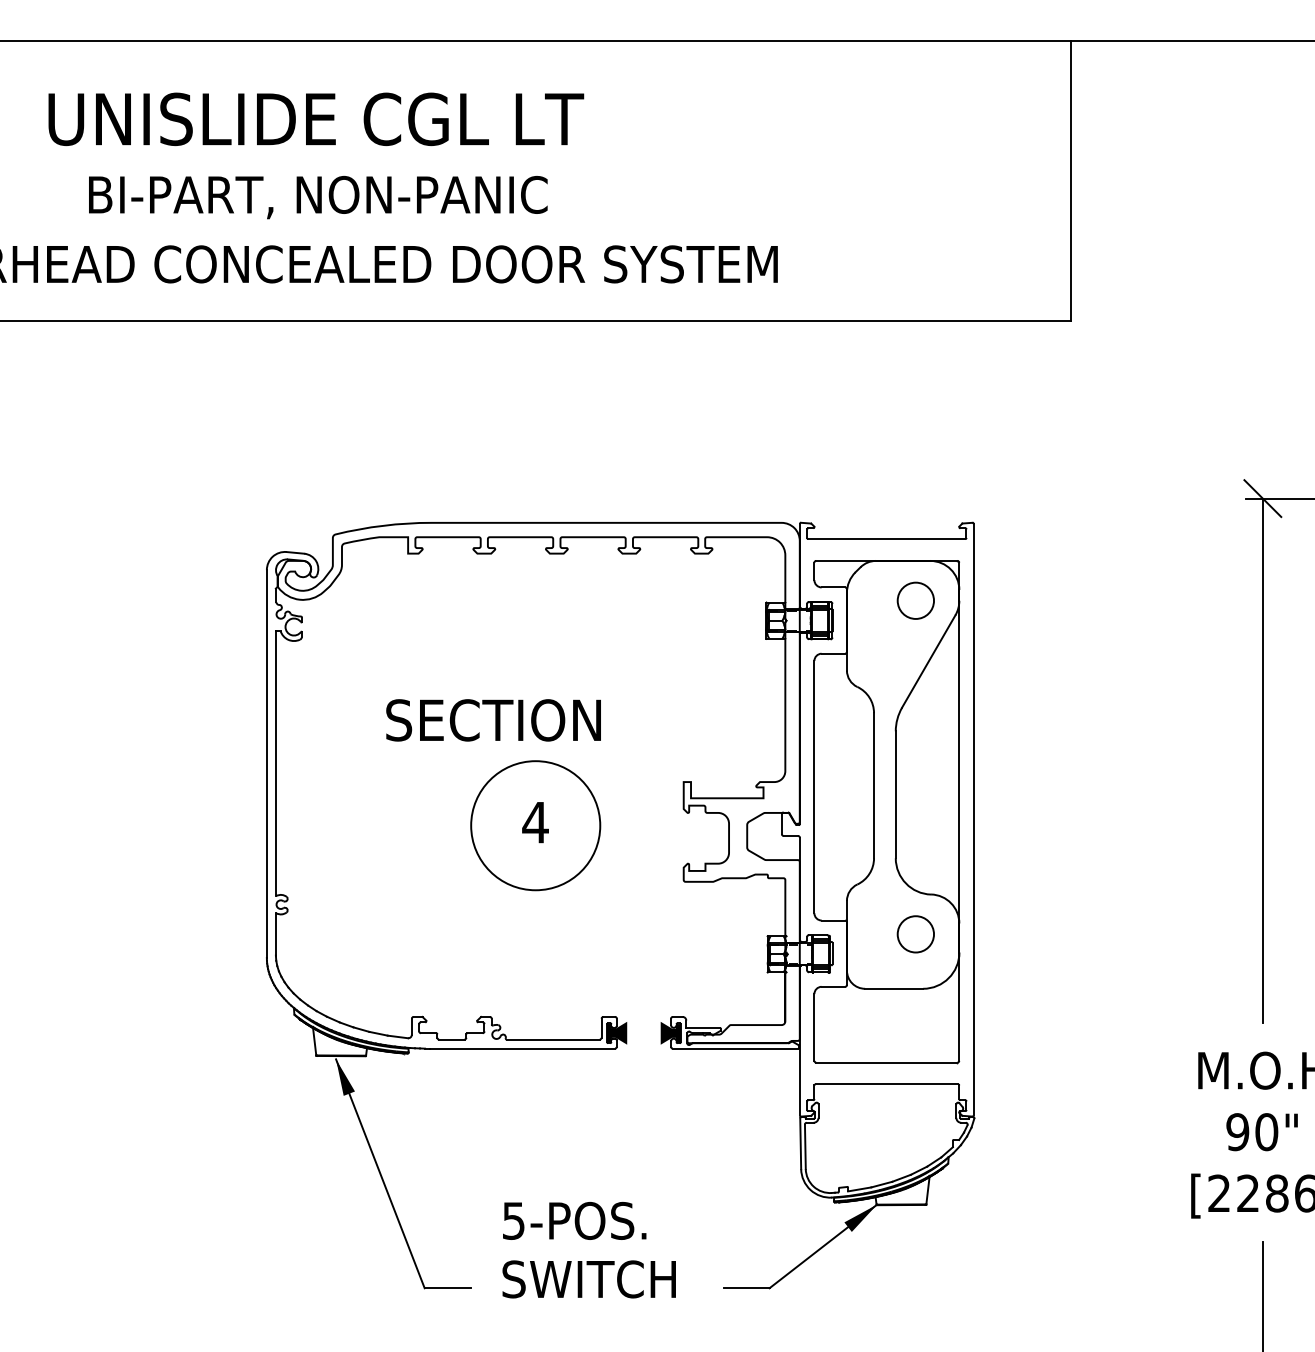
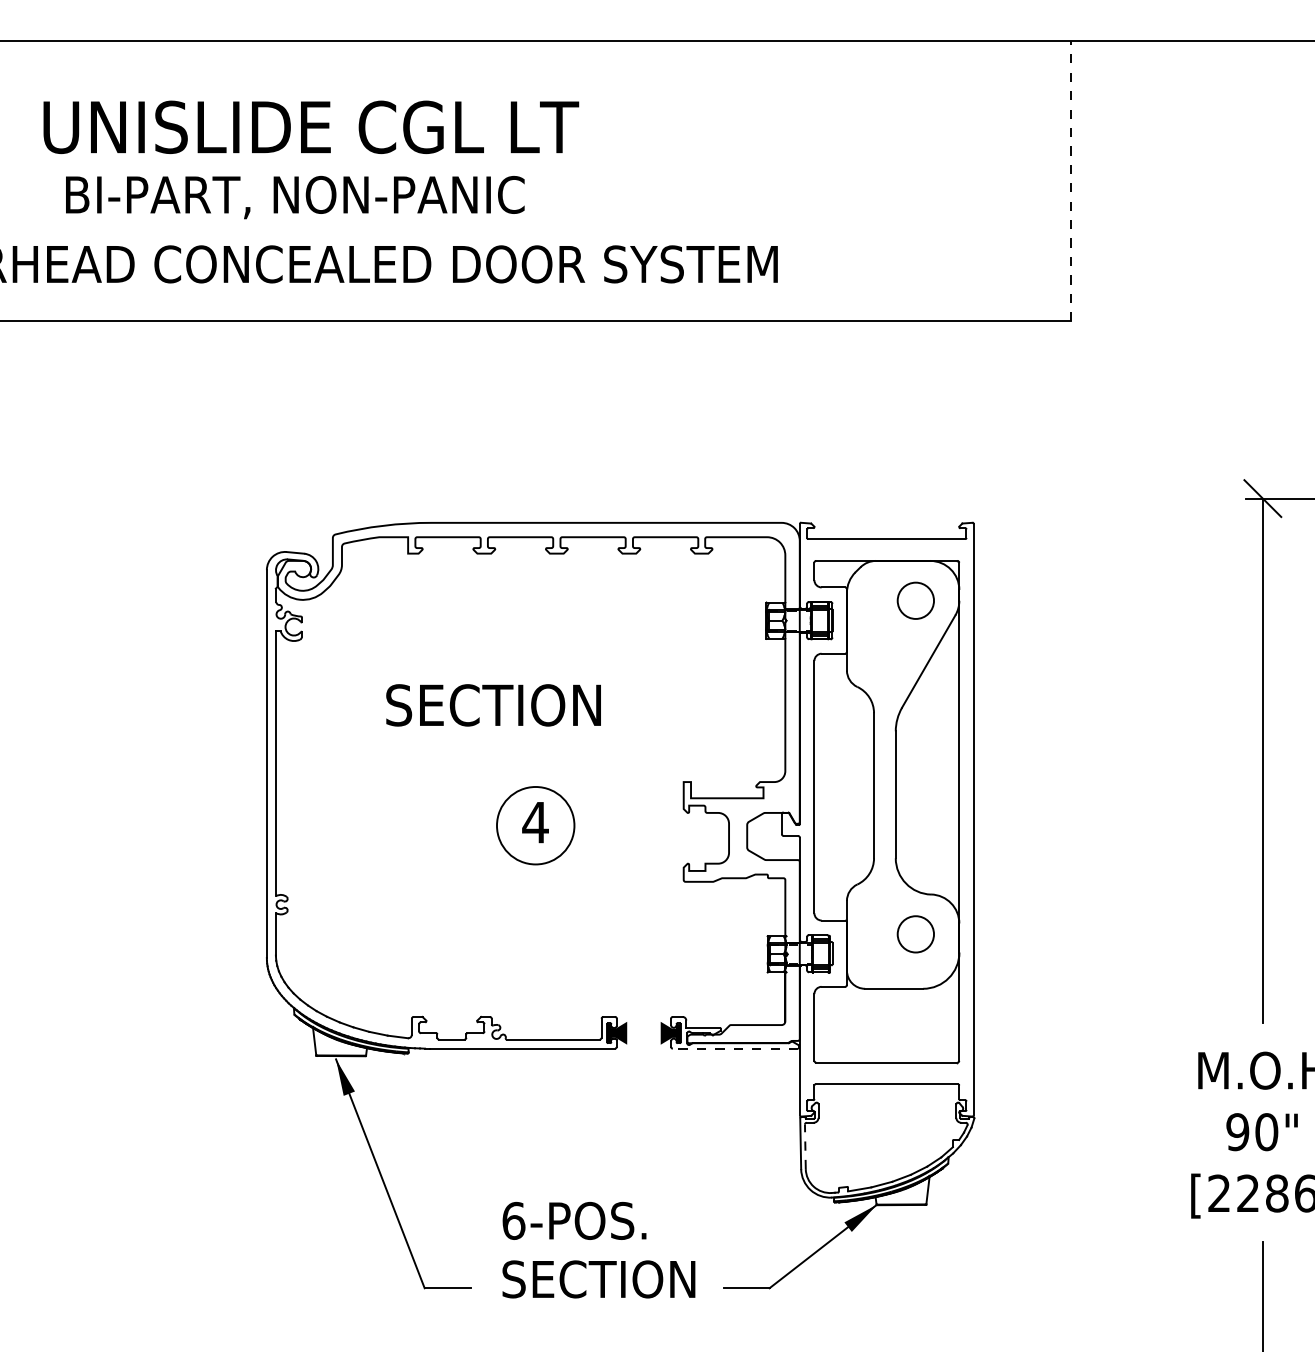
text at (316, 118) position: (316, 118) -> (311, 126)
line at (1071, 180): solid -> dashed
text at (318, 197) position: (318, 197) -> (295, 197)
text at (493, 720) position: (493, 720) -> (493, 705)
circle at (535, 825) diameter: 129 px -> 77 px
line at (735, 1048): solid -> dashed
line at (805, 1146): solid -> dashed
text at (513, 1220): 5-POS. -> 6-POS.
text at (612, 1279): SWITCH -> SECTION
